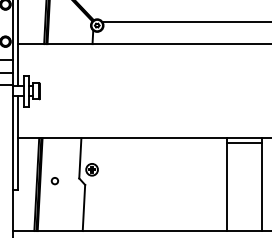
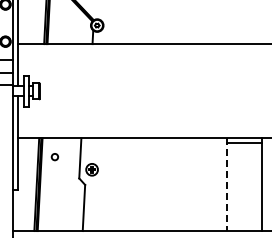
line at (185, 21): present -> none
circle at (54, 181) position: (54, 181) -> (54, 157)
line at (227, 185): solid -> dashed
